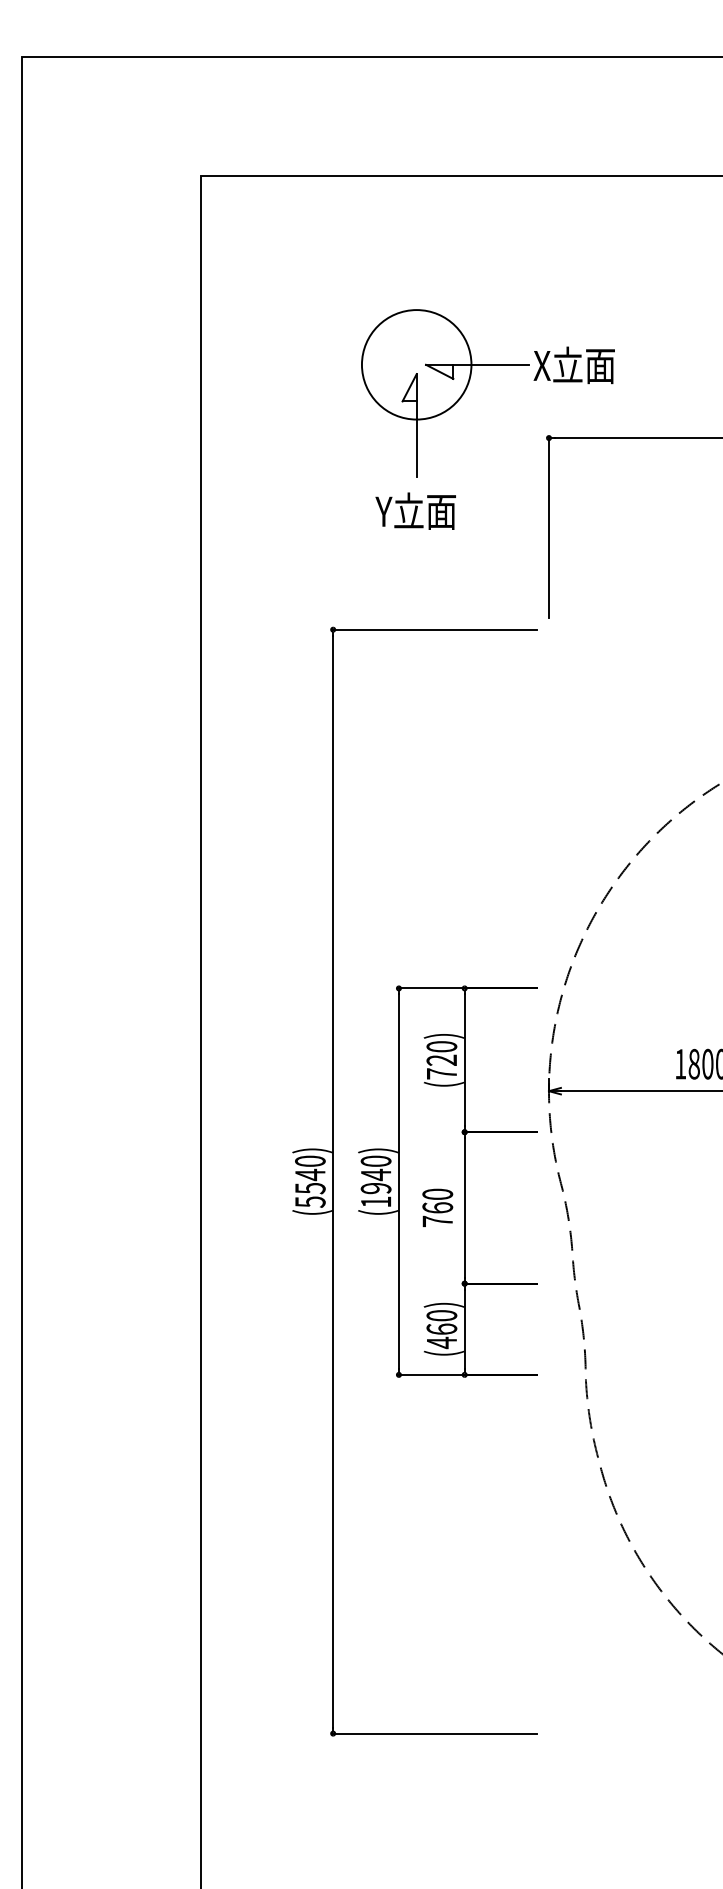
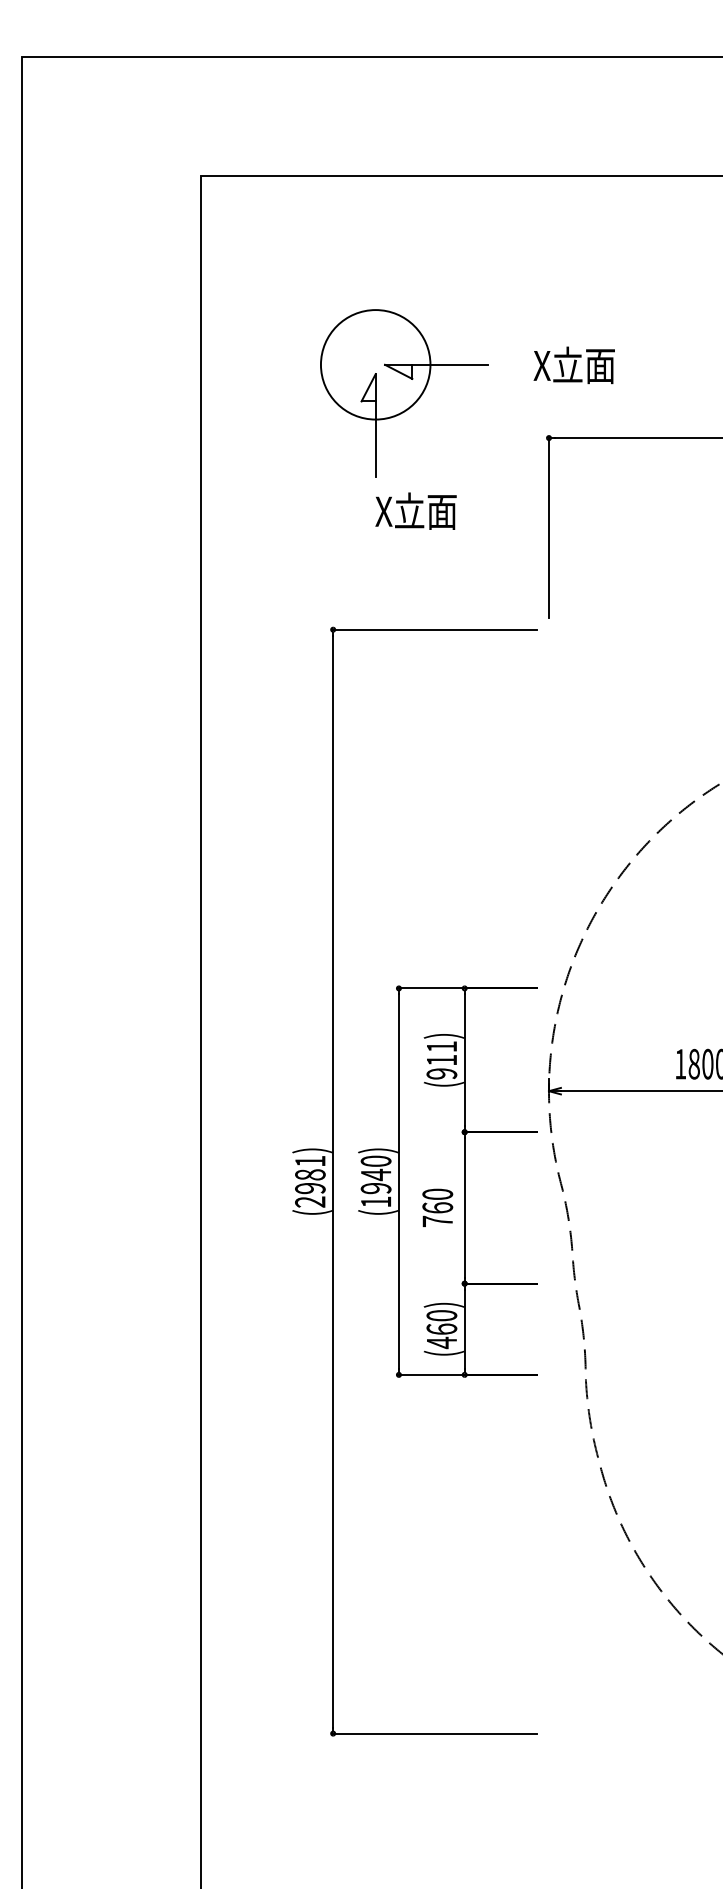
part at (445, 393) position: (445, 393) -> (404, 393)
text at (415, 510): Y立面 -> X立面
text at (441, 1060): (720) -> (911)
text at (310, 1181): (5540) -> (2981)
